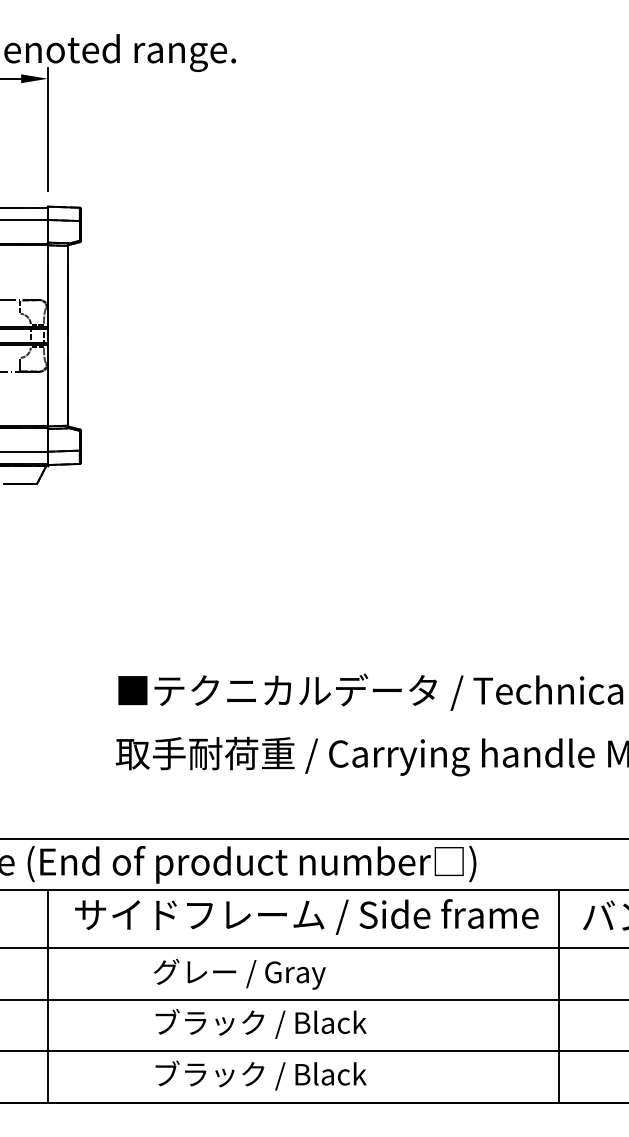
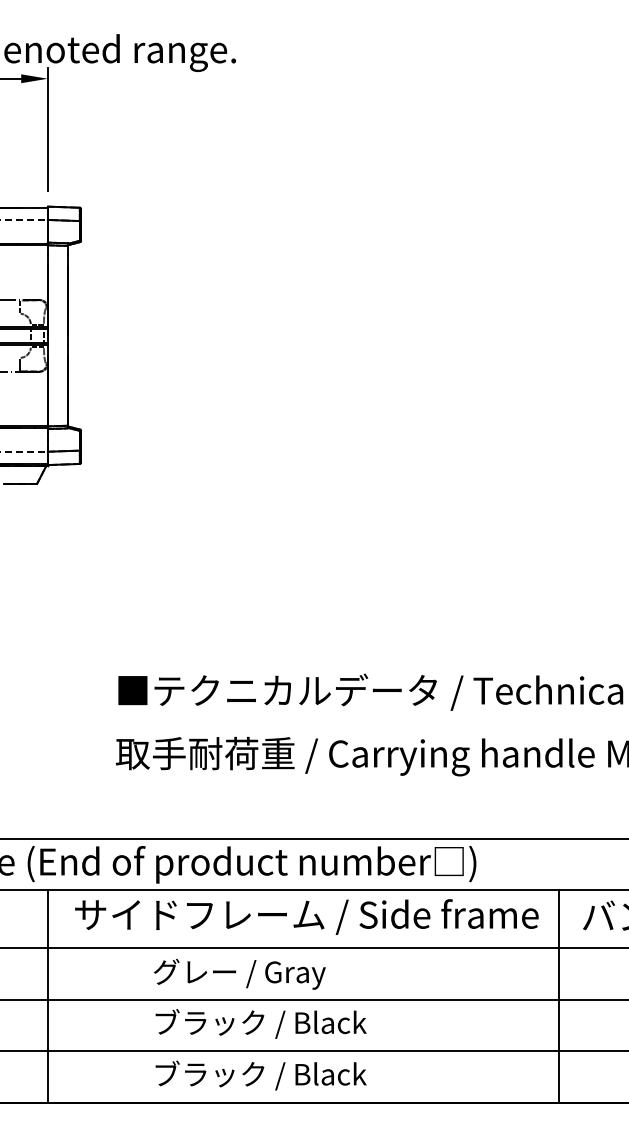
line at (24, 219): solid -> dashed
line at (24, 451): solid -> dashed
